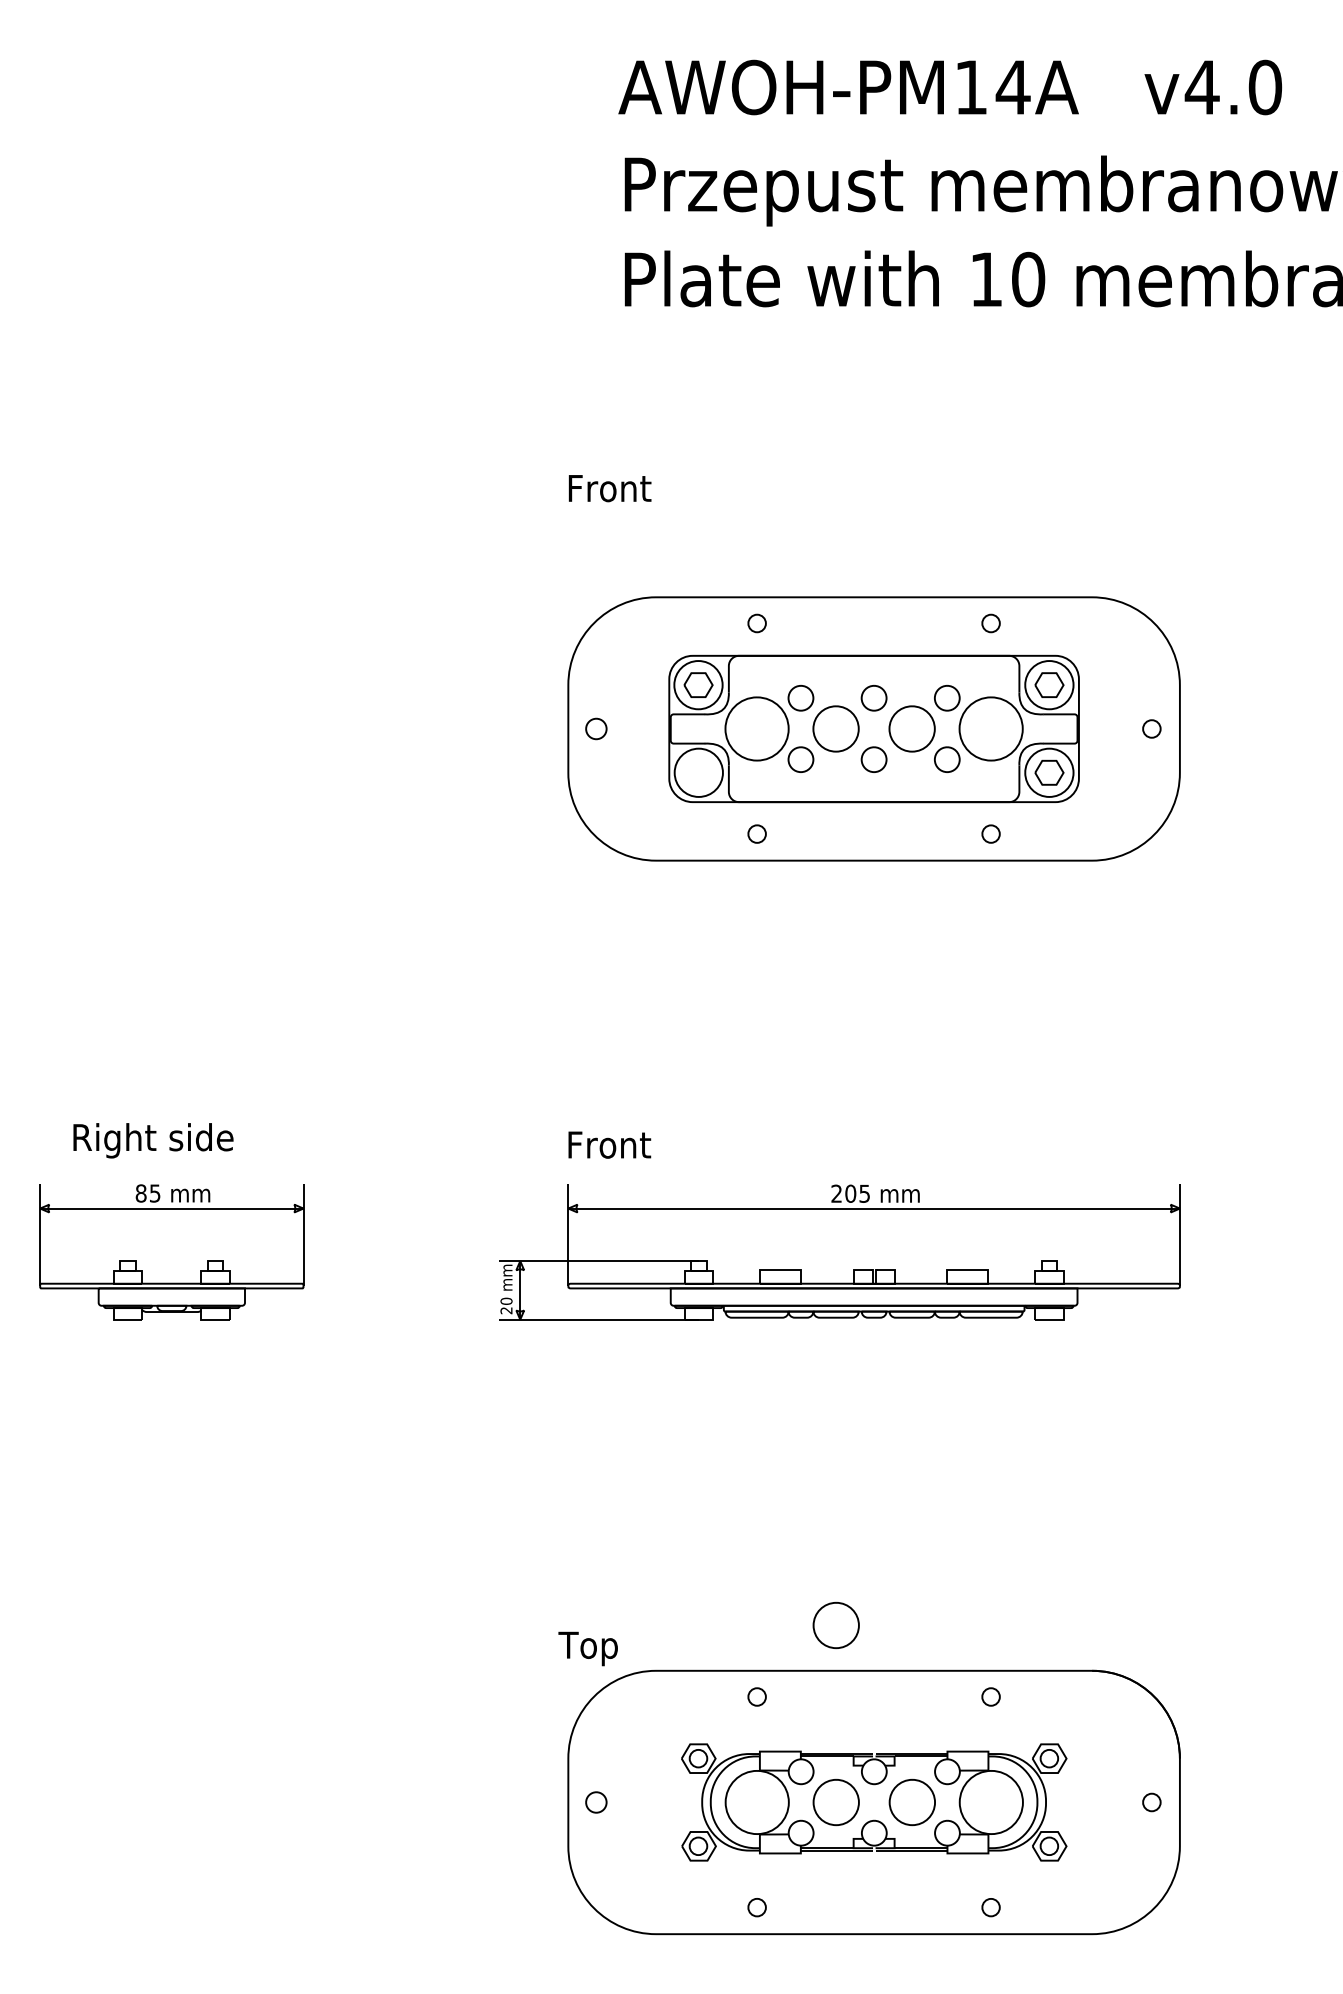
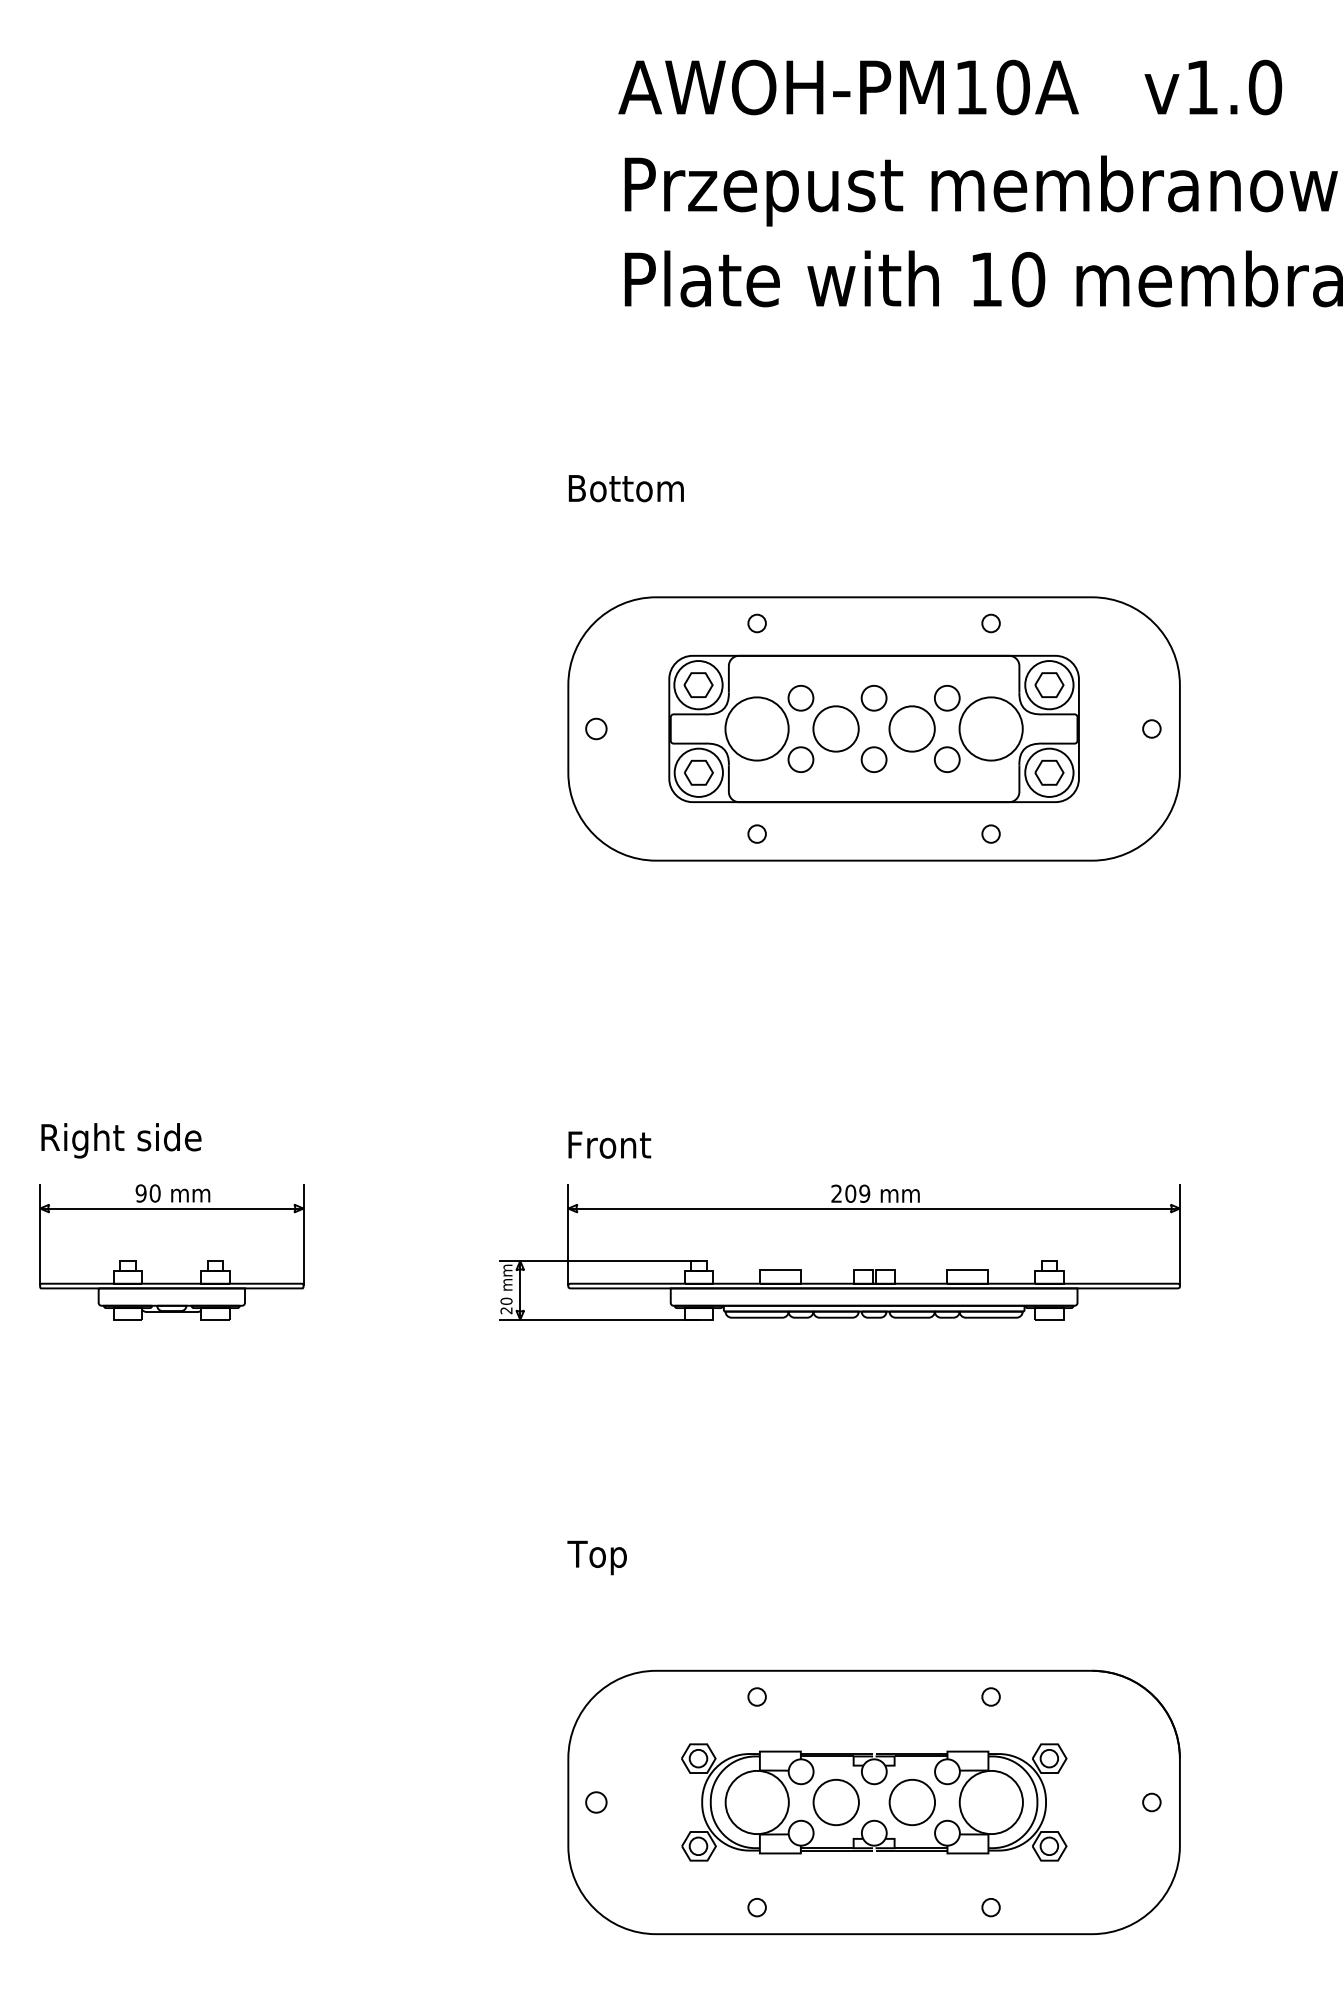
text at (1012, 87): AWOH-PM14A -> AWOH-PM10A
text at (1201, 87): v4.0 -> v1.0
text at (627, 488): Front -> Bottom
part at (698, 772): none -> present
text at (153, 1140) position: (153, 1140) -> (121, 1140)
text at (147, 1193): 85 -> 90
text at (864, 1193): 205 -> 209
part at (835, 1625): present -> none
text at (587, 1648) position: (587, 1648) -> (596, 1557)
